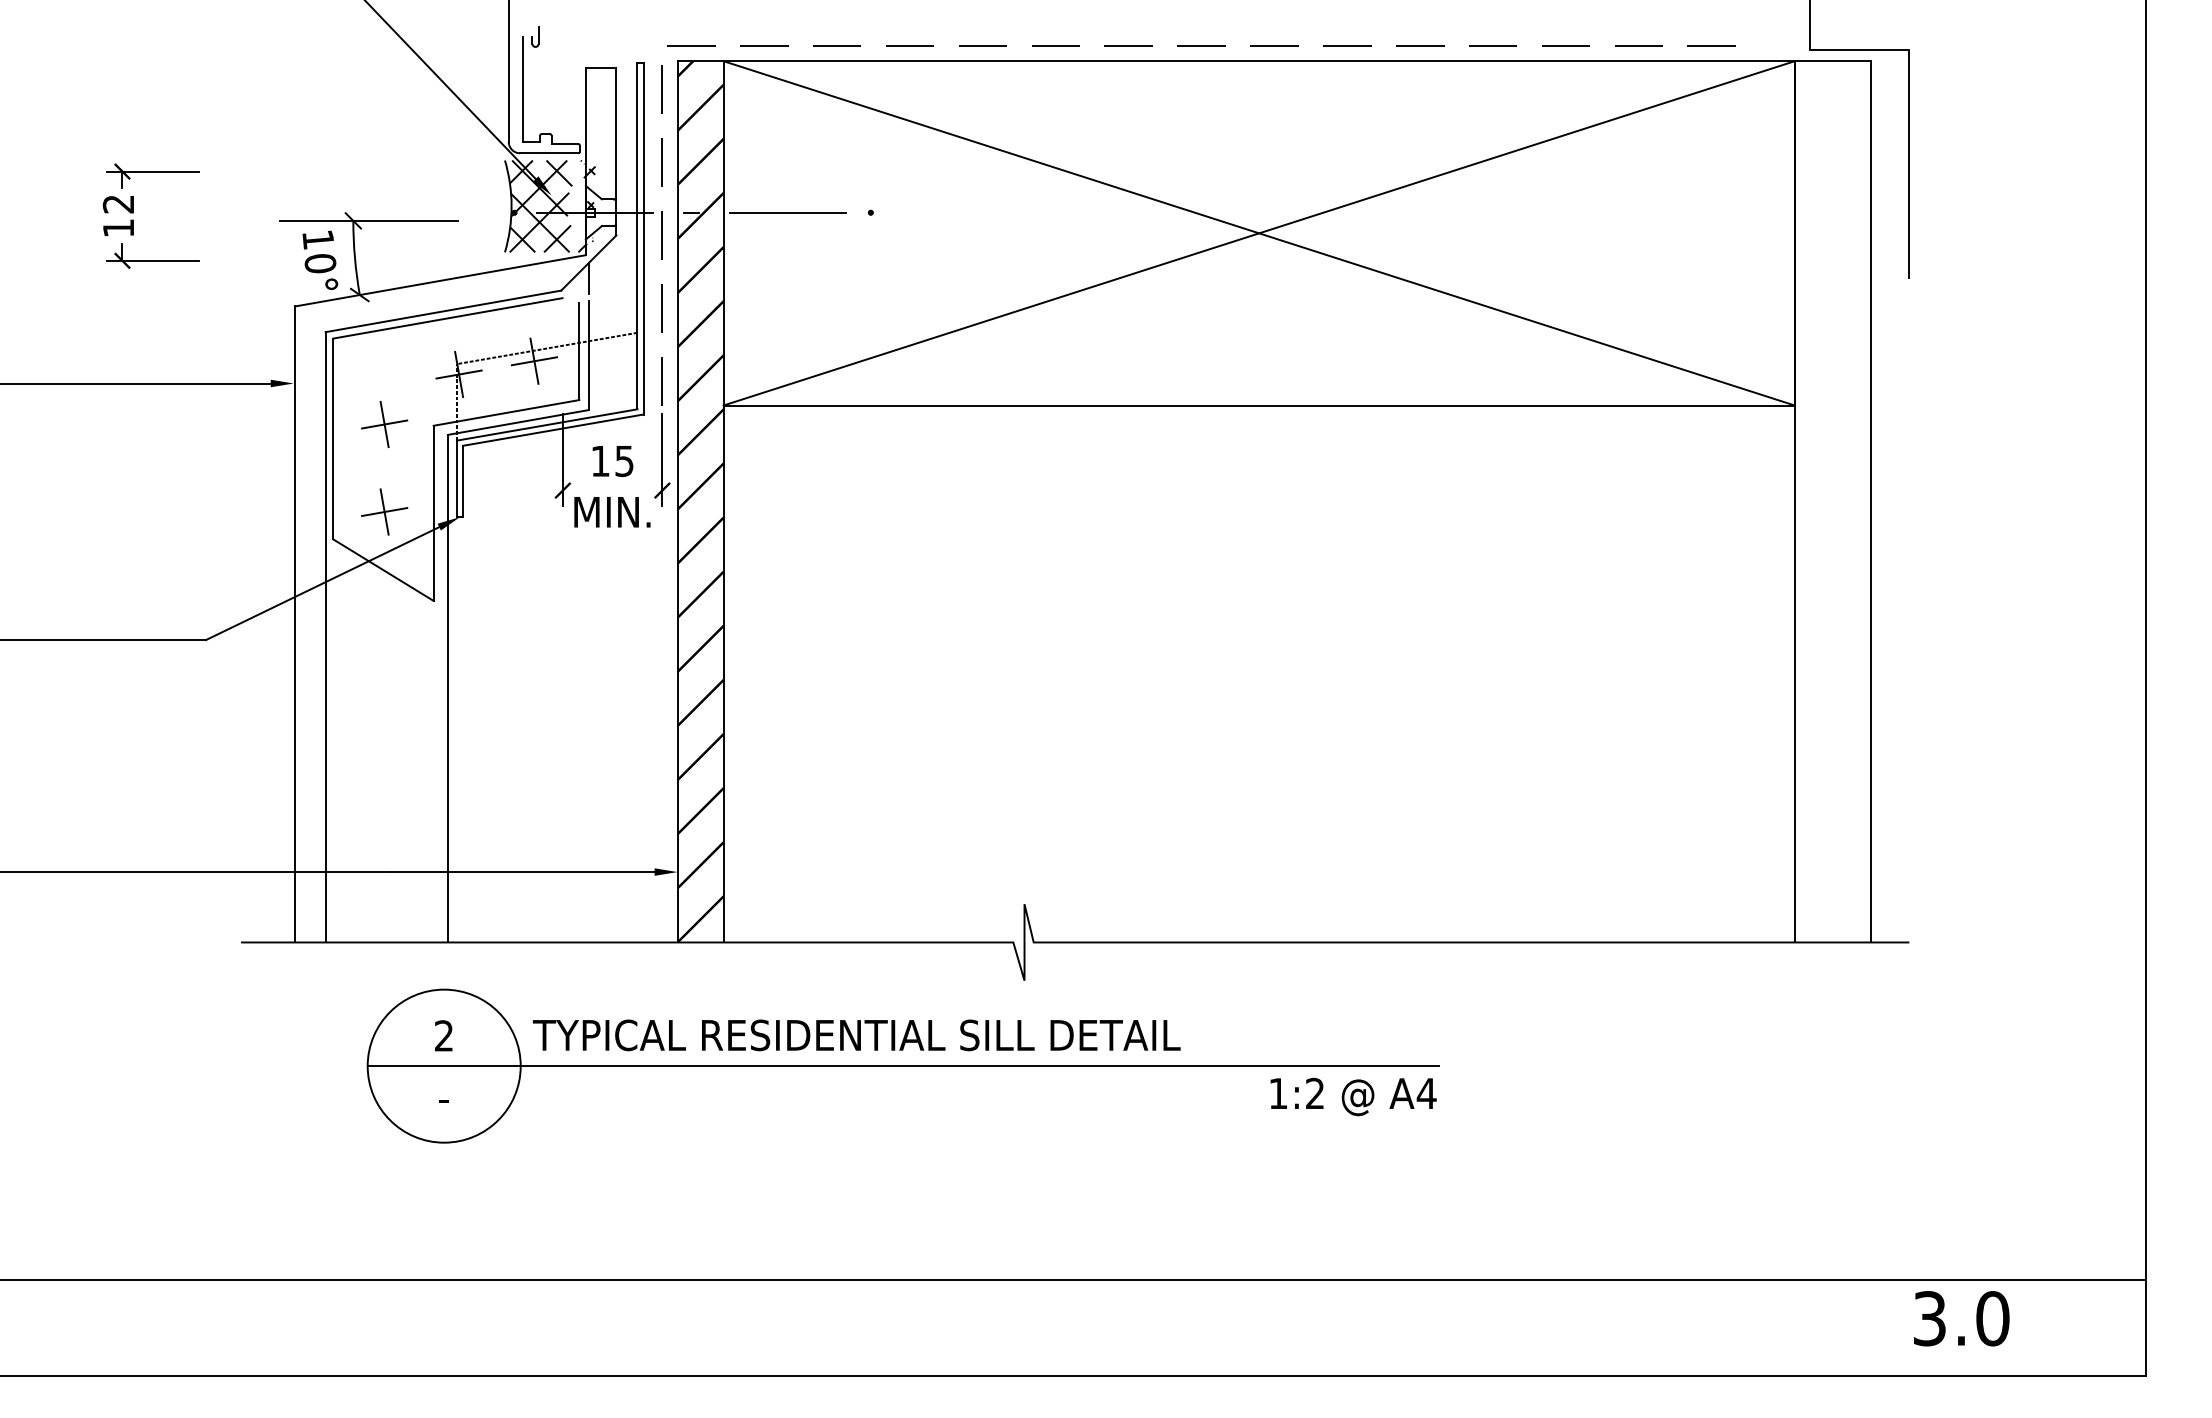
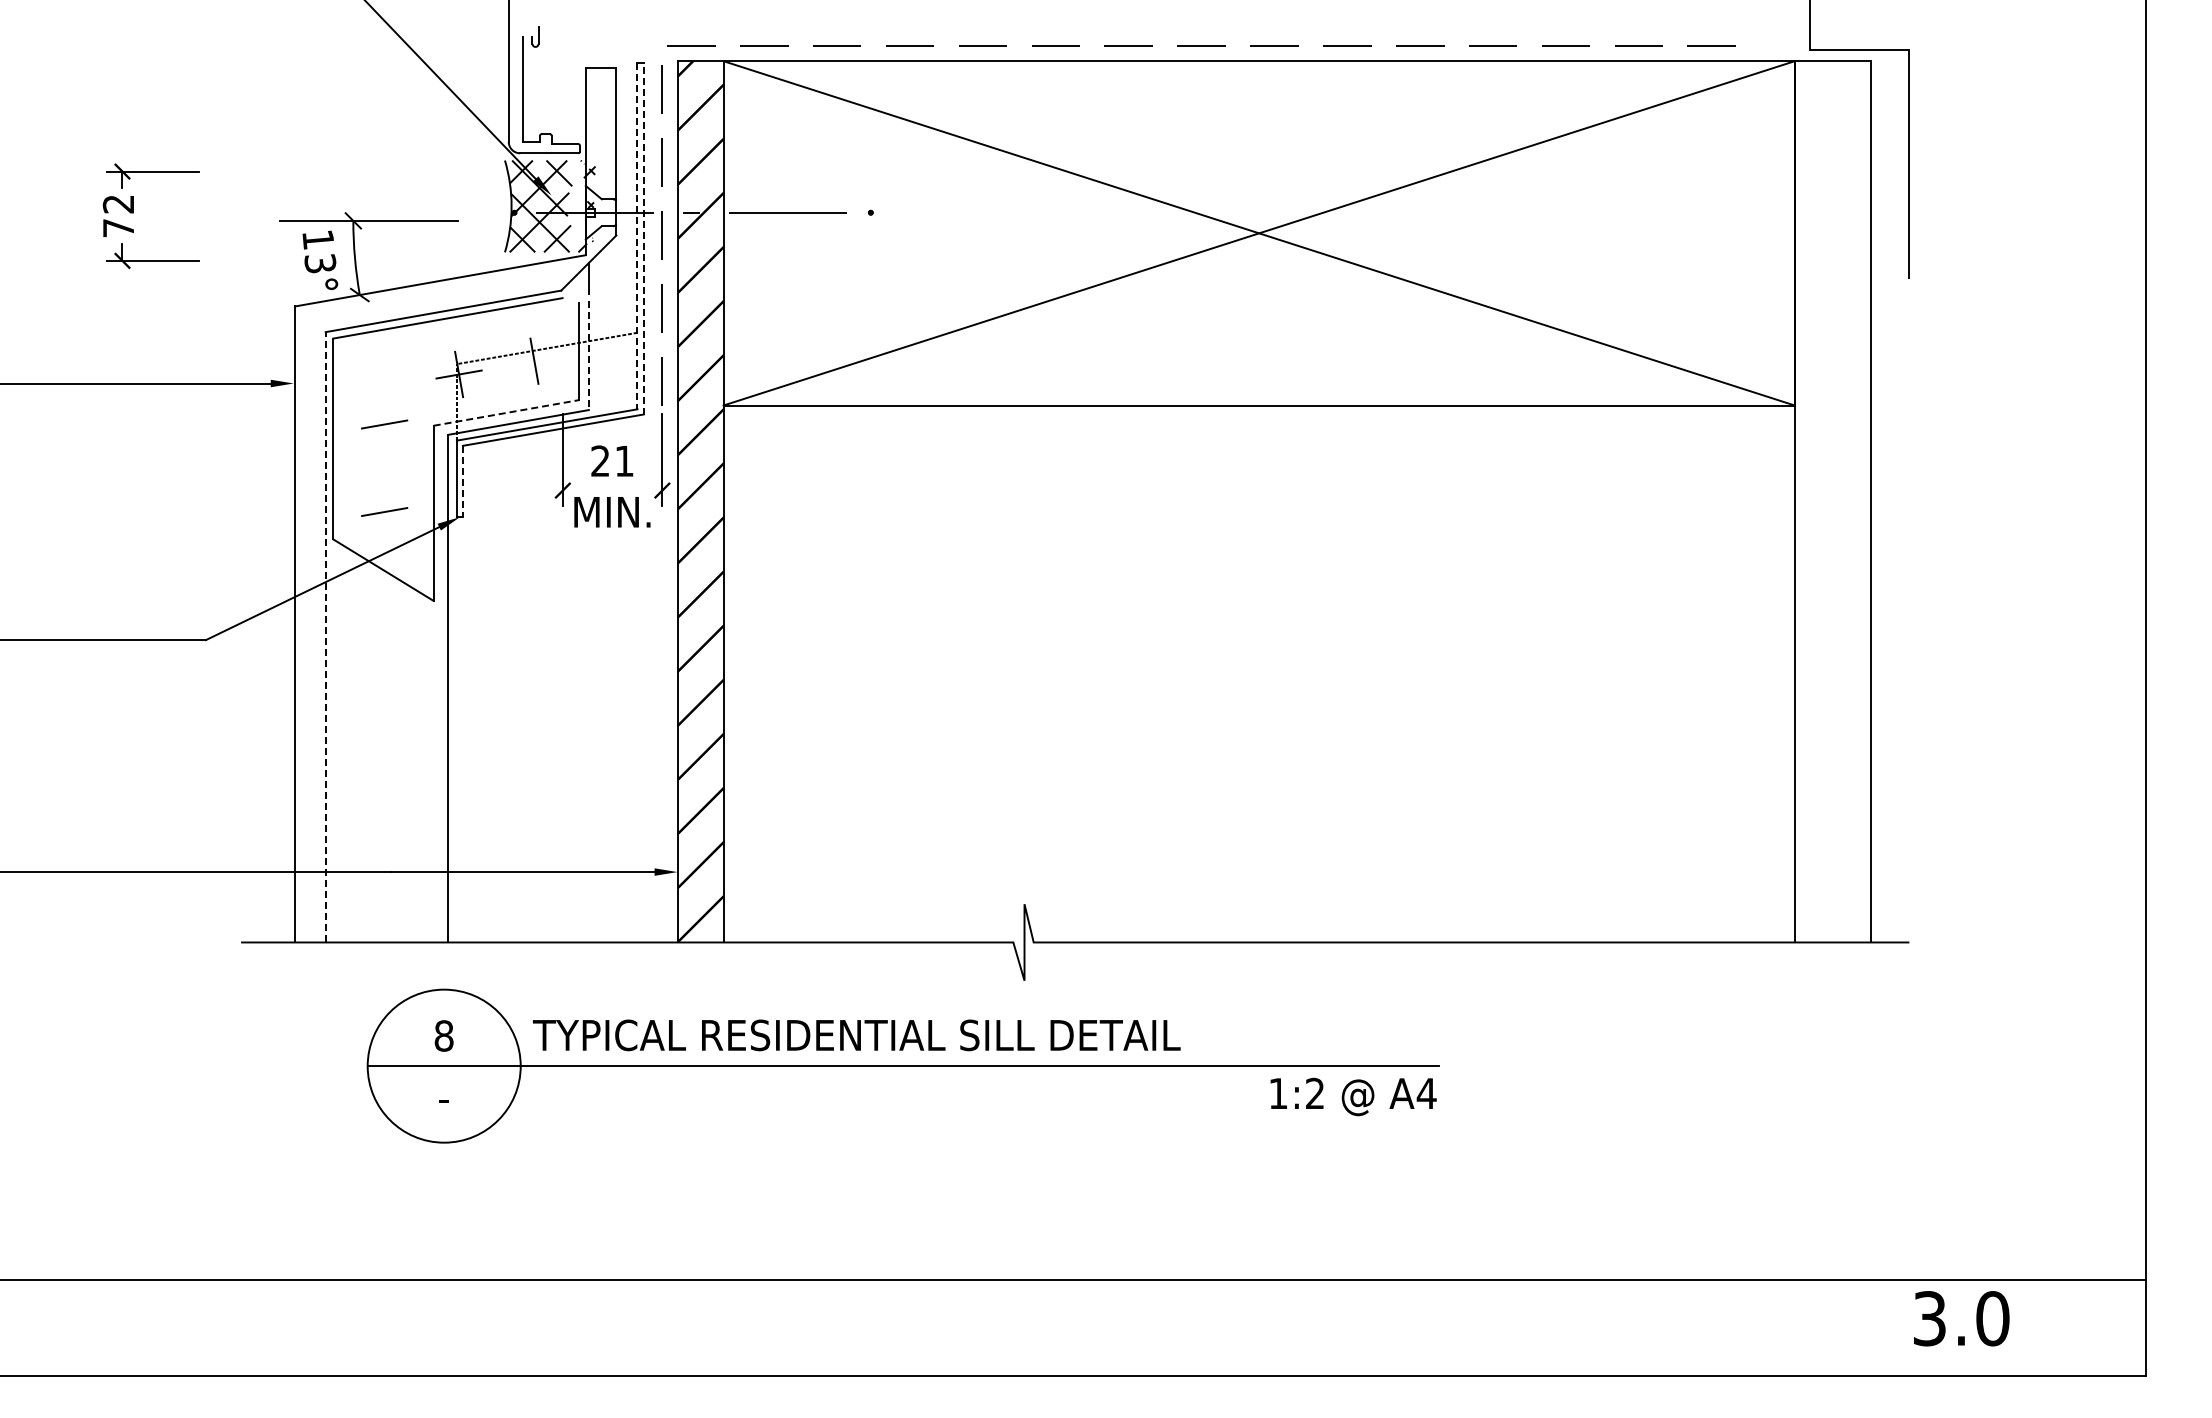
text at (118, 228): 12 -> 72
line at (637, 236): solid -> dashed
line at (643, 238): solid -> dashed
text at (320, 263): 10° -> 13°
line at (588, 356): solid -> dashed
line at (534, 361): present -> none
line at (506, 412): solid -> dashed
line at (384, 424): present -> none
text at (612, 461): 15 -> 21
line at (462, 481): solid -> dashed
line at (384, 511): present -> none
line at (325, 636): solid -> dashed
text at (443, 1035): 2 -> 8
